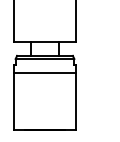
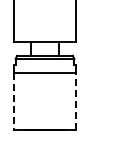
line at (75, 100): solid -> dashed
line at (14, 101): solid -> dashed
